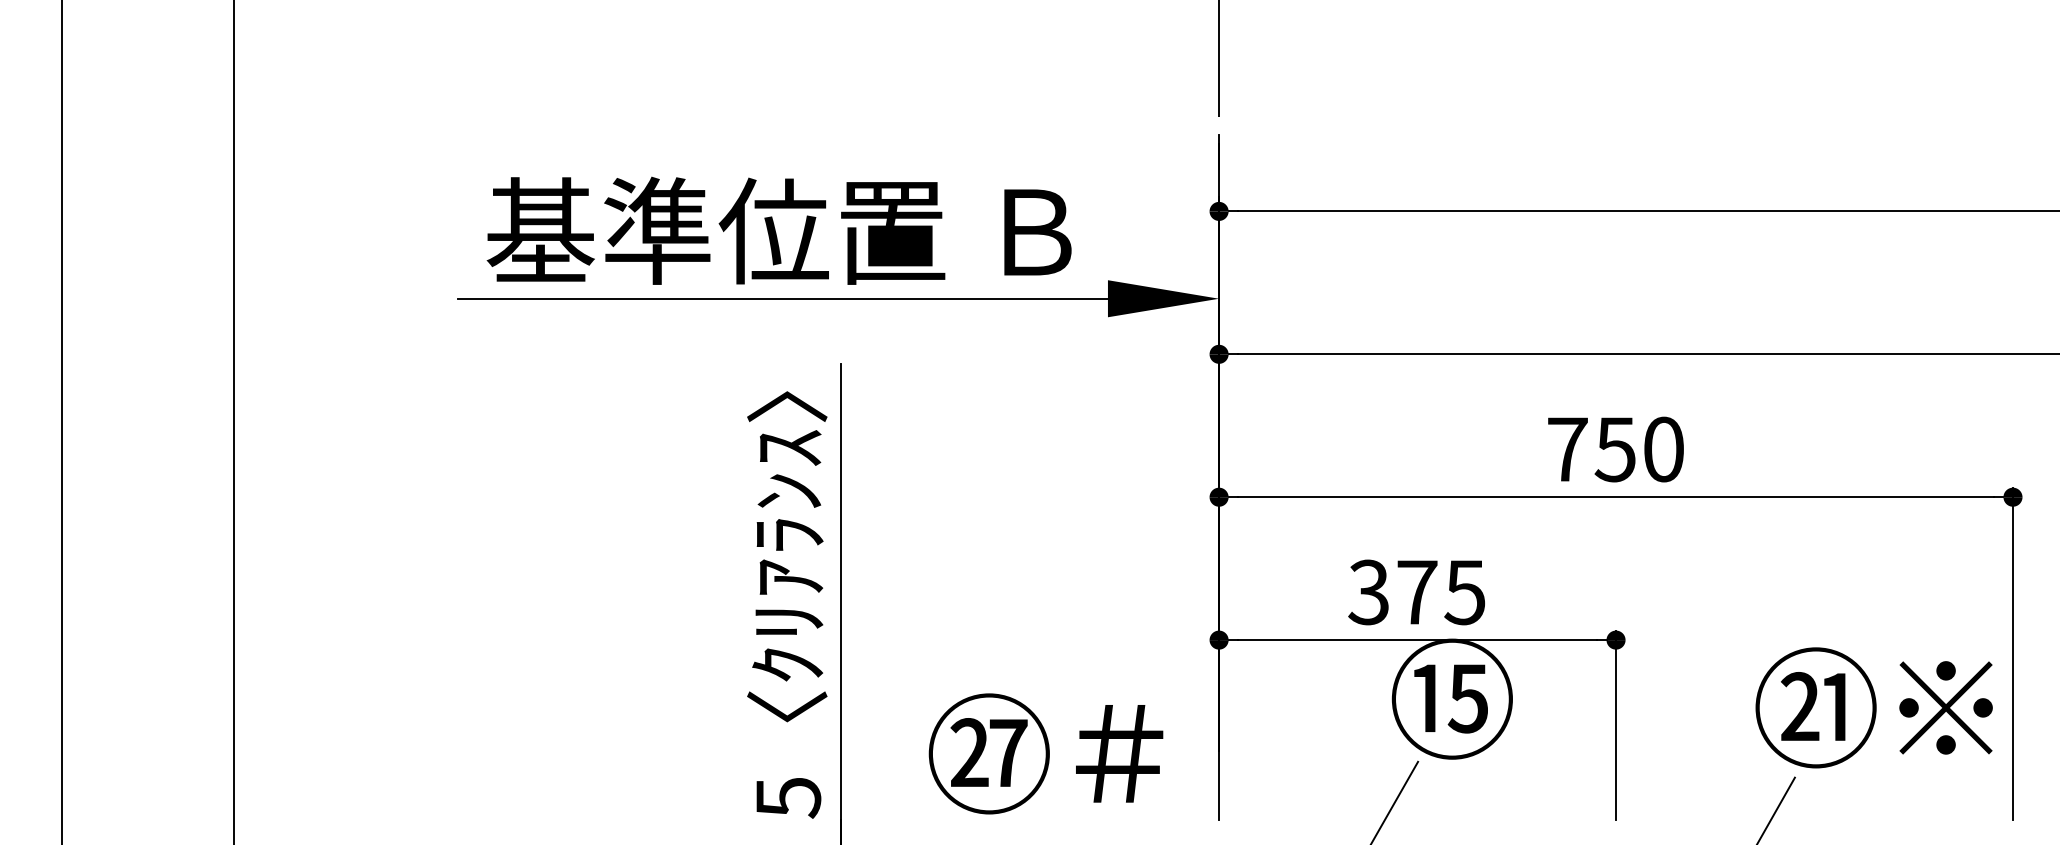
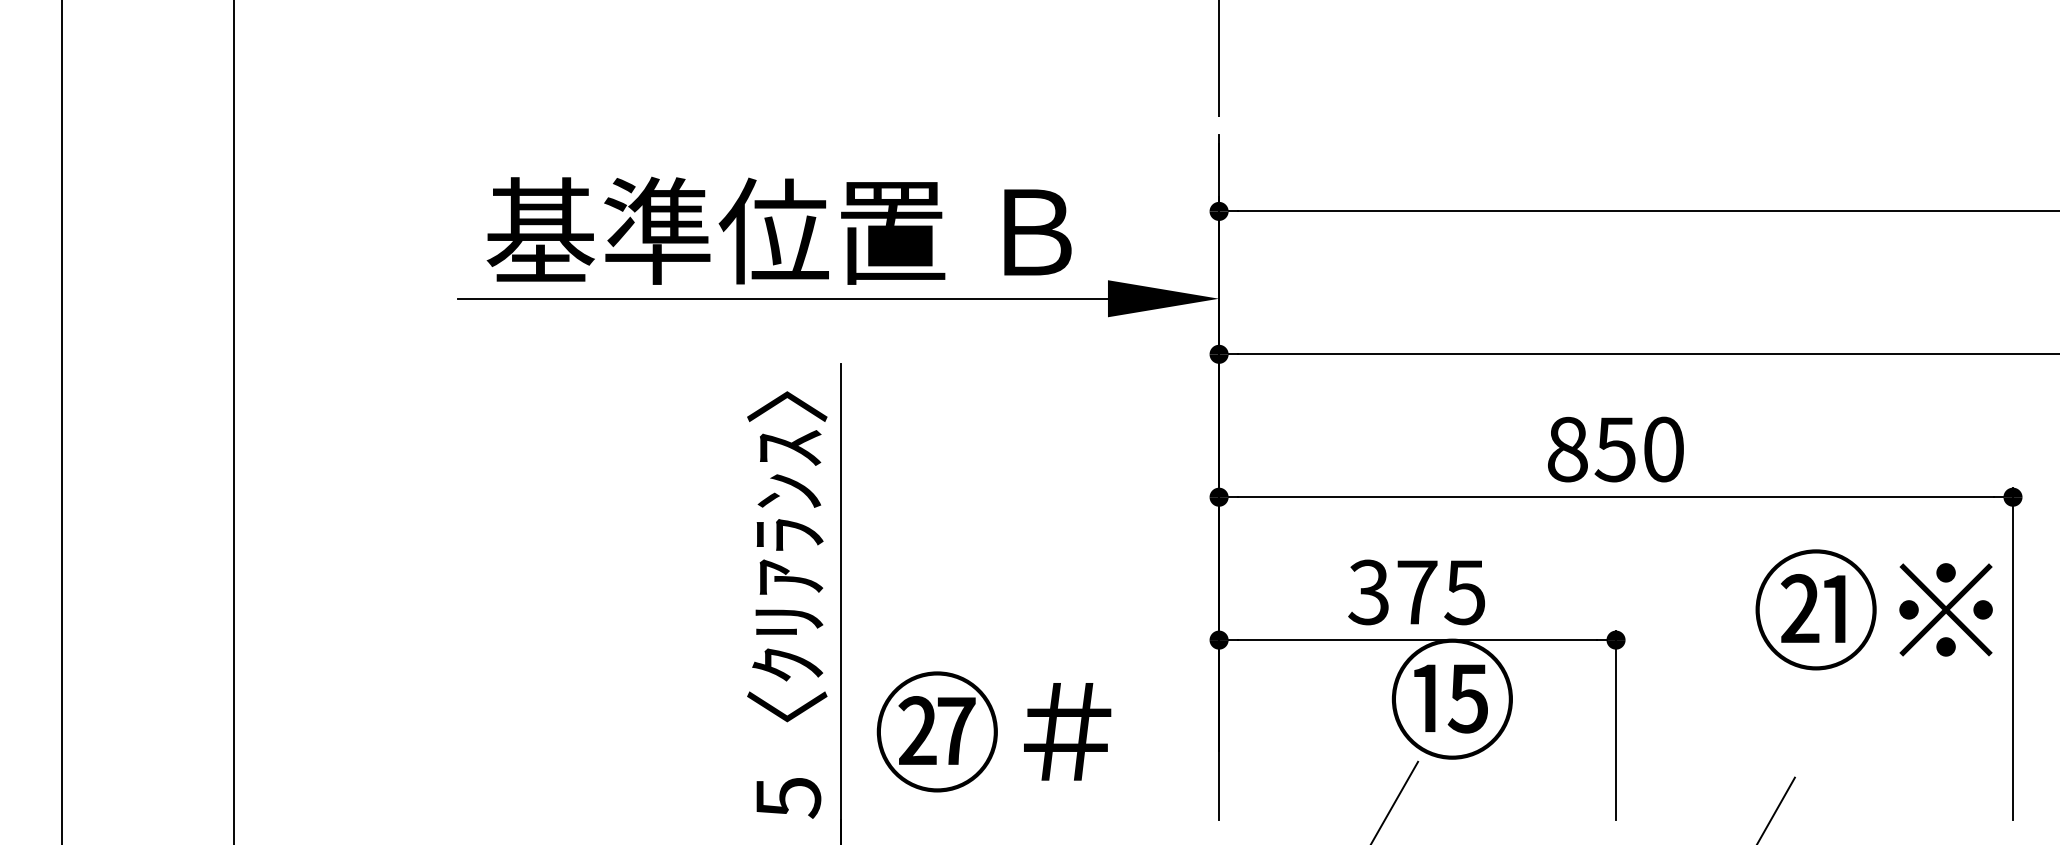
text at (1567, 449): 750 -> 850
text at (1873, 707) position: (1873, 707) -> (1873, 609)
text at (1045, 753) position: (1045, 753) -> (993, 731)
